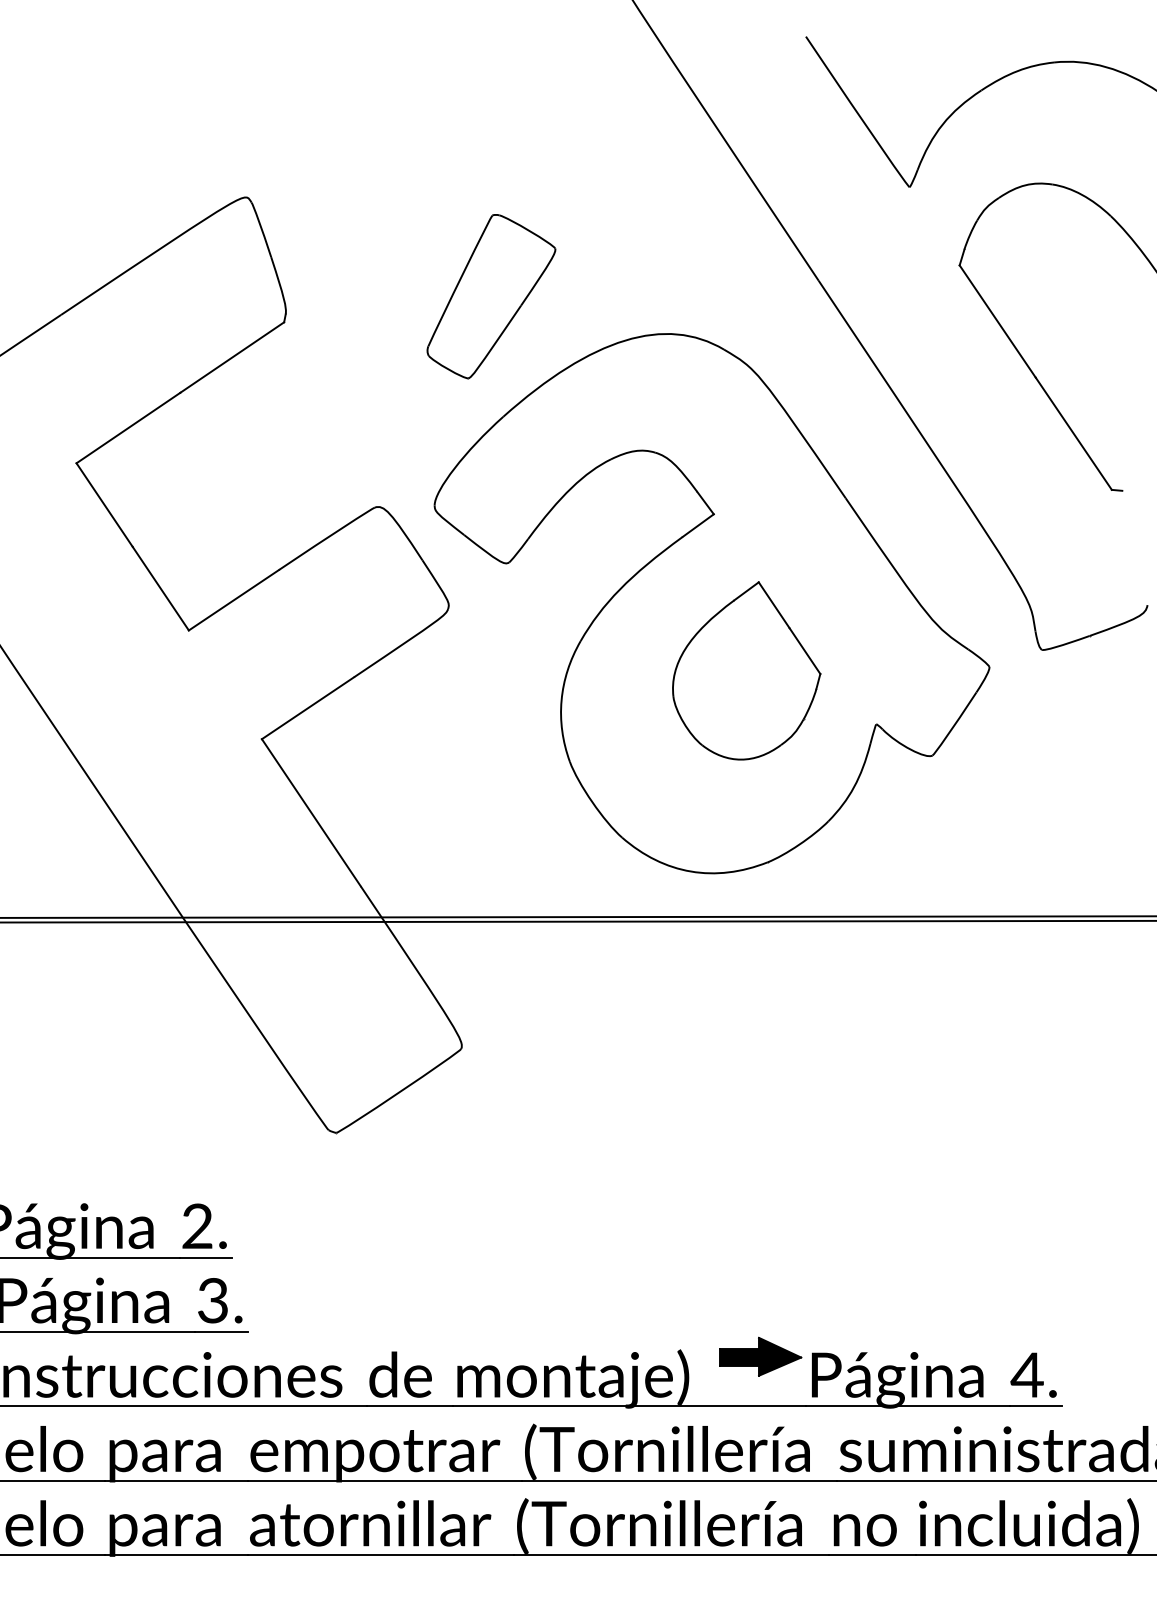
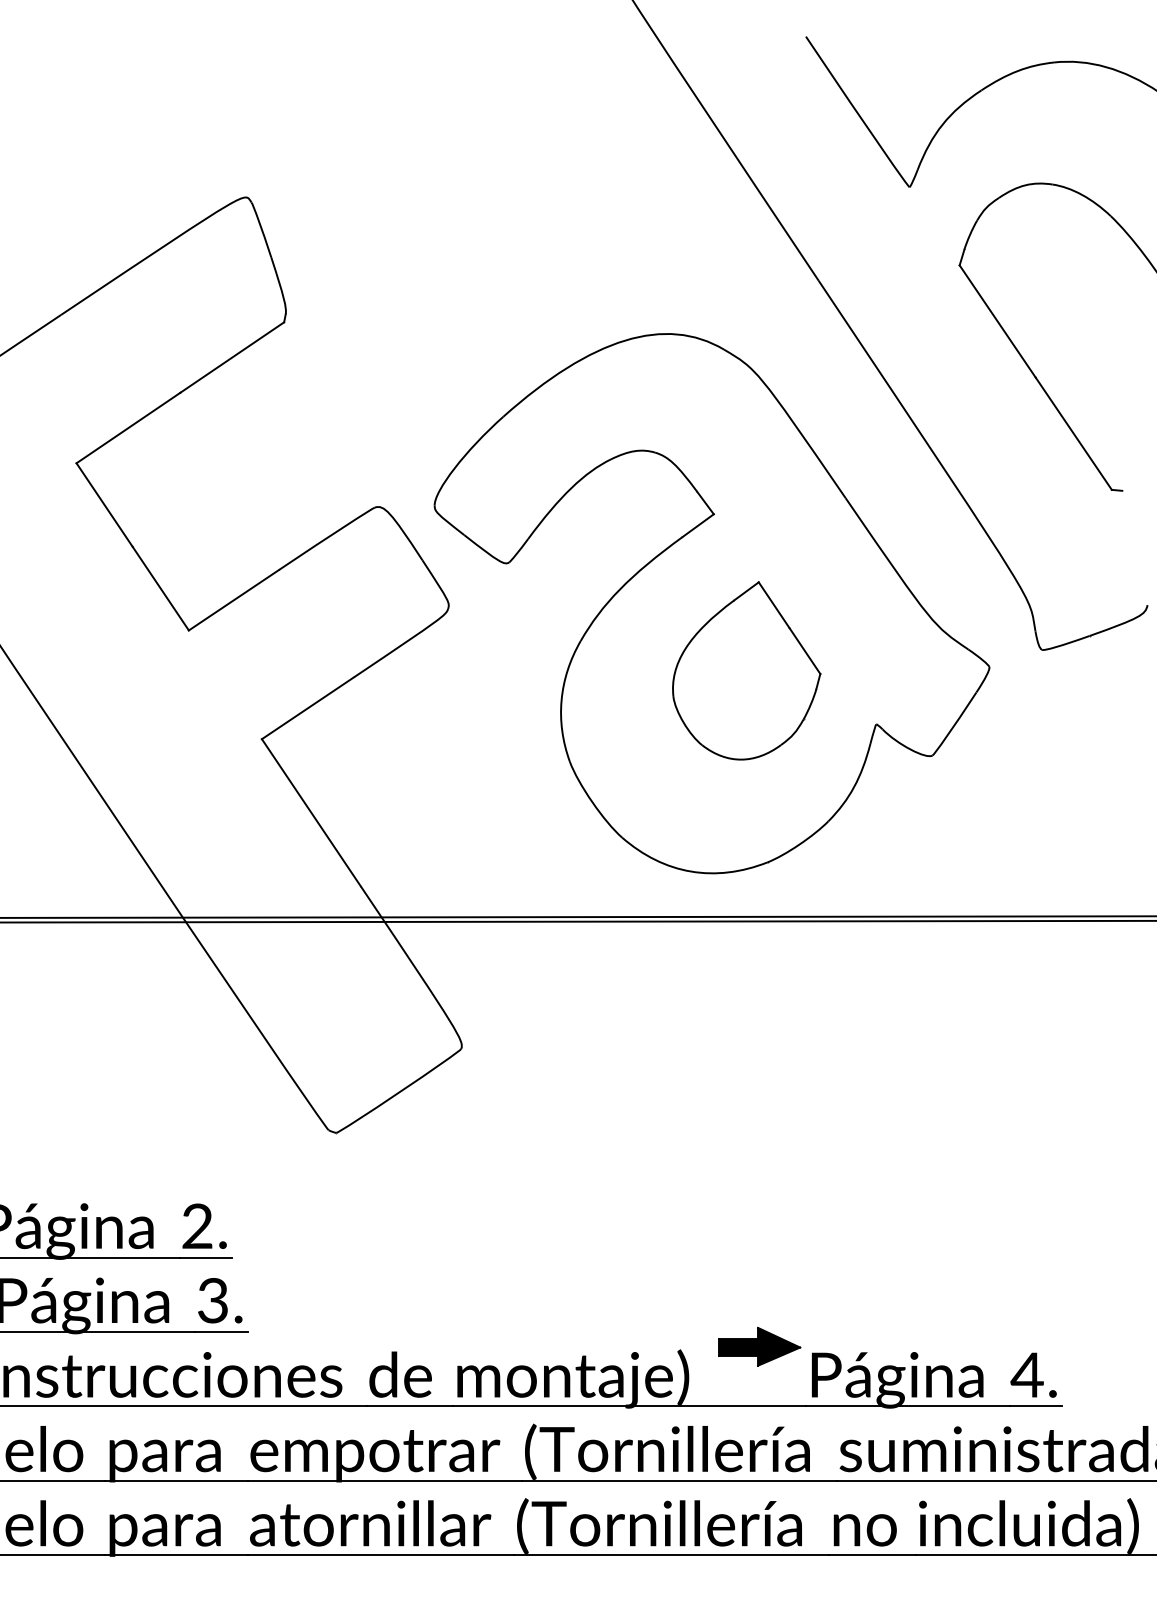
part at (491, 296): present -> none
part at (760, 1356) position: (760, 1356) -> (759, 1346)
